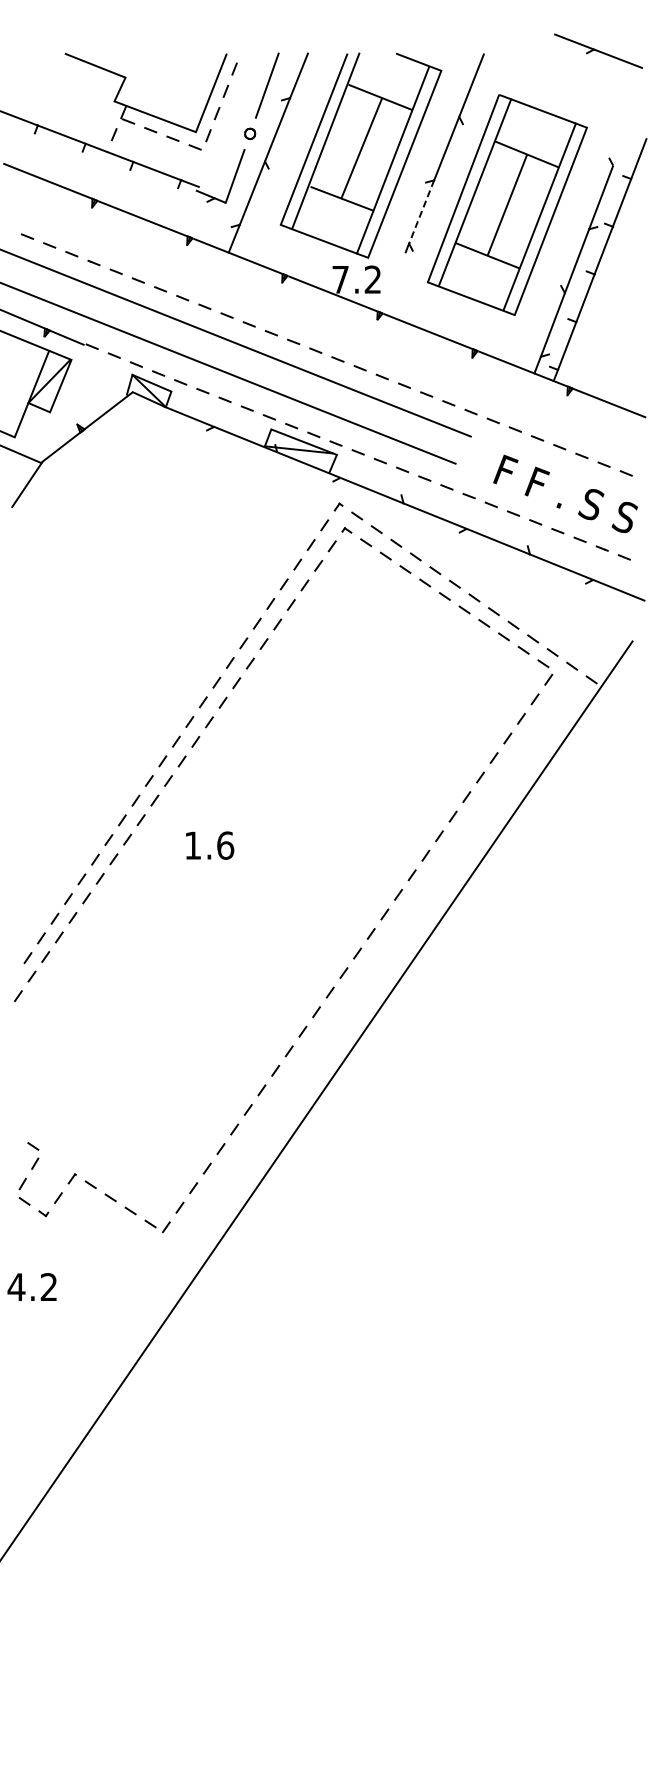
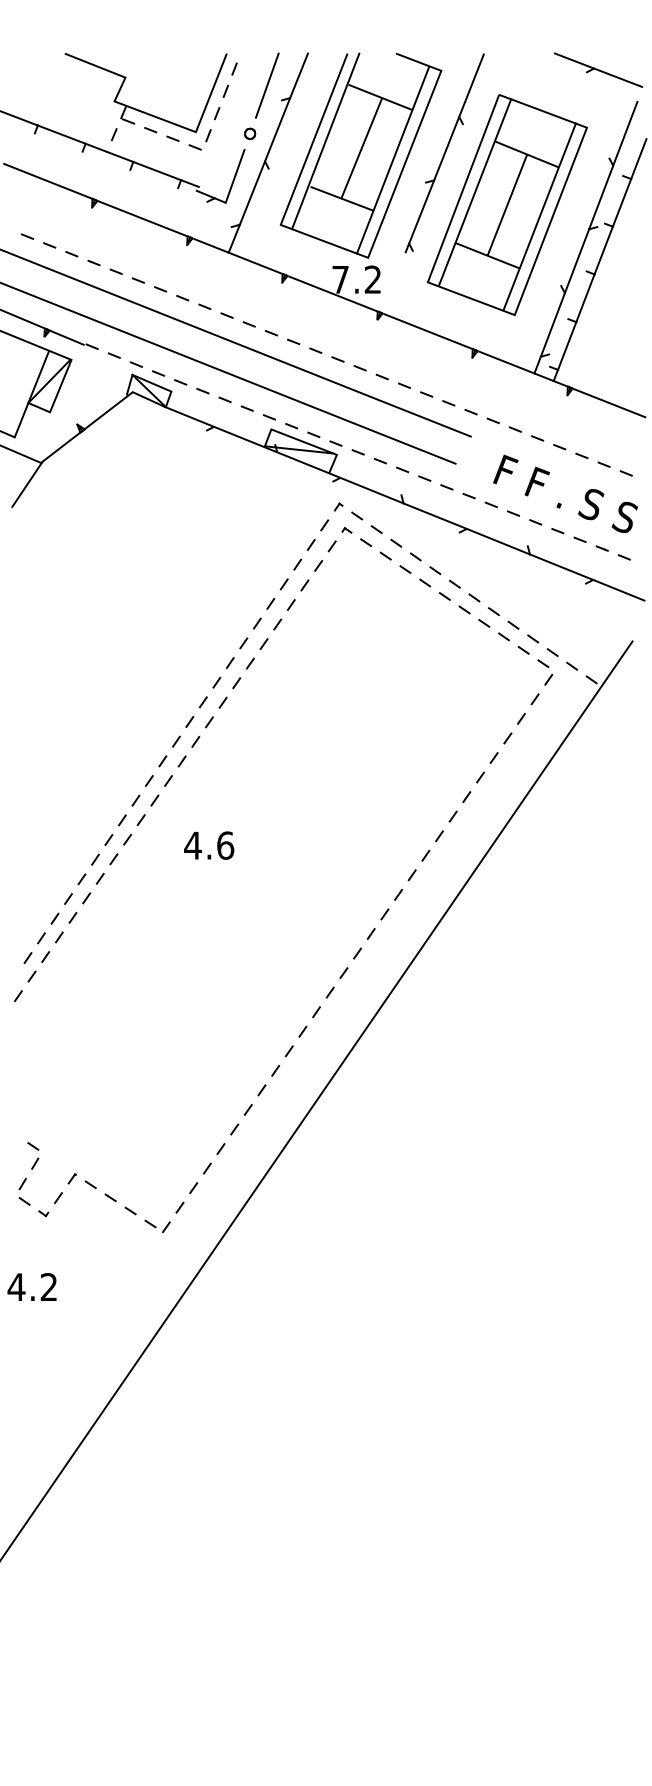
part at (598, 50) position: (598, 50) -> (598, 69)
line at (625, 133): none -> present
line at (421, 213): dashed -> solid
text at (192, 845): 1.6 -> 4.6
